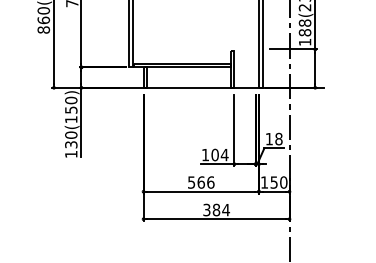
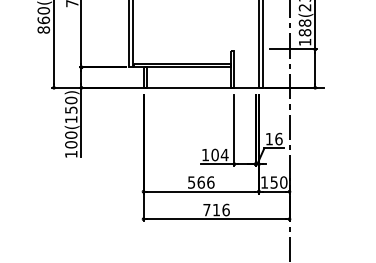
text at (278, 138): 18 -> 16
text at (71, 144): 130(150) -> 100(150)
text at (216, 209): 384 -> 716
